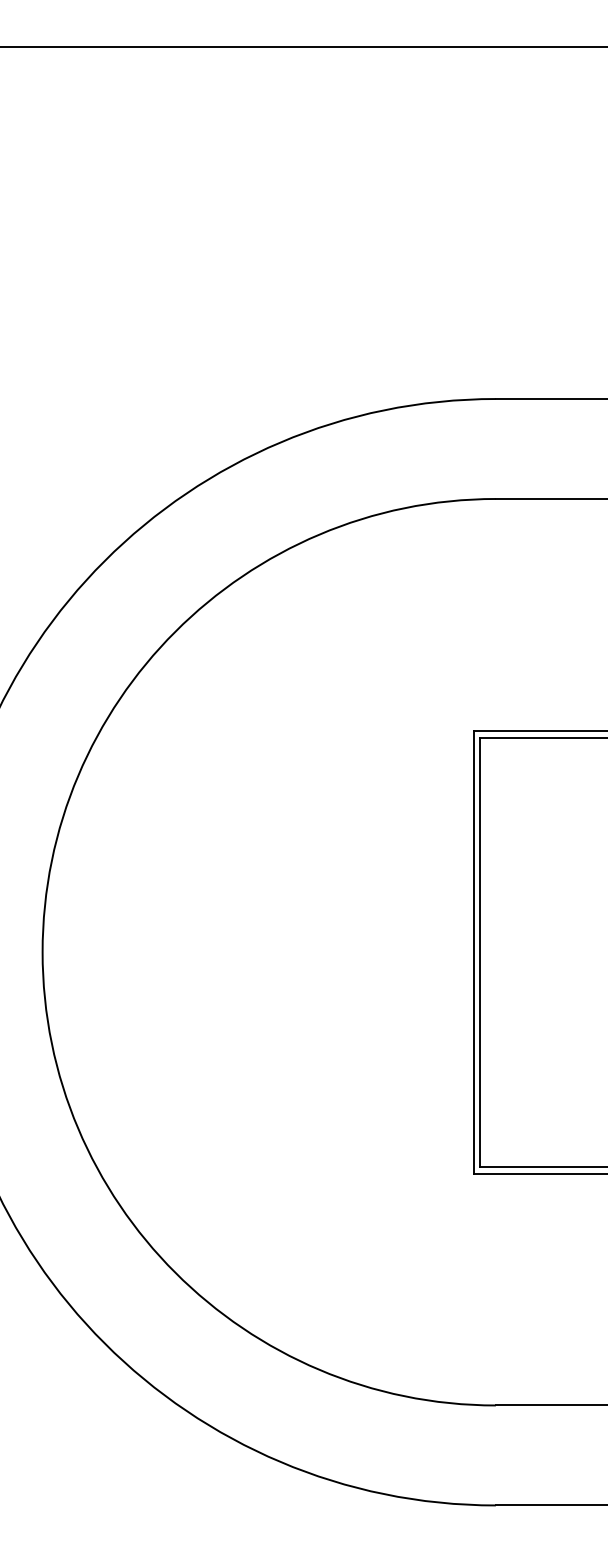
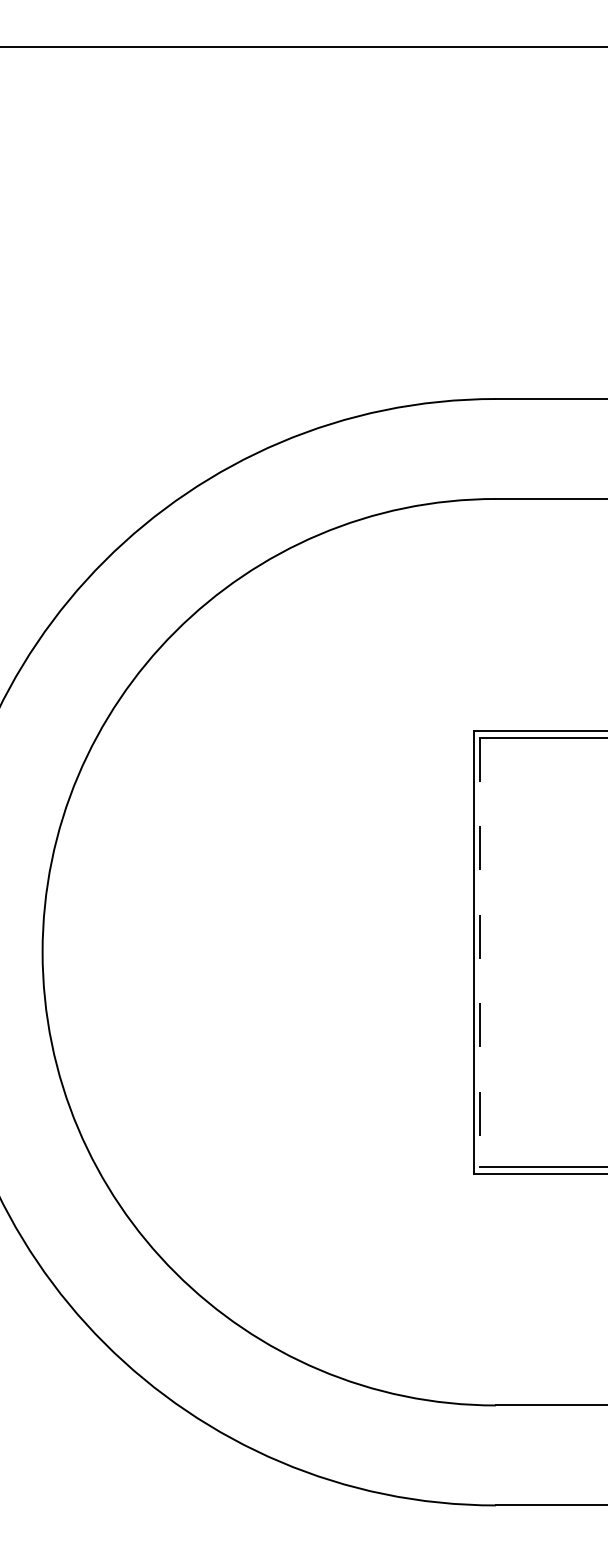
line at (480, 952): solid -> dashed
